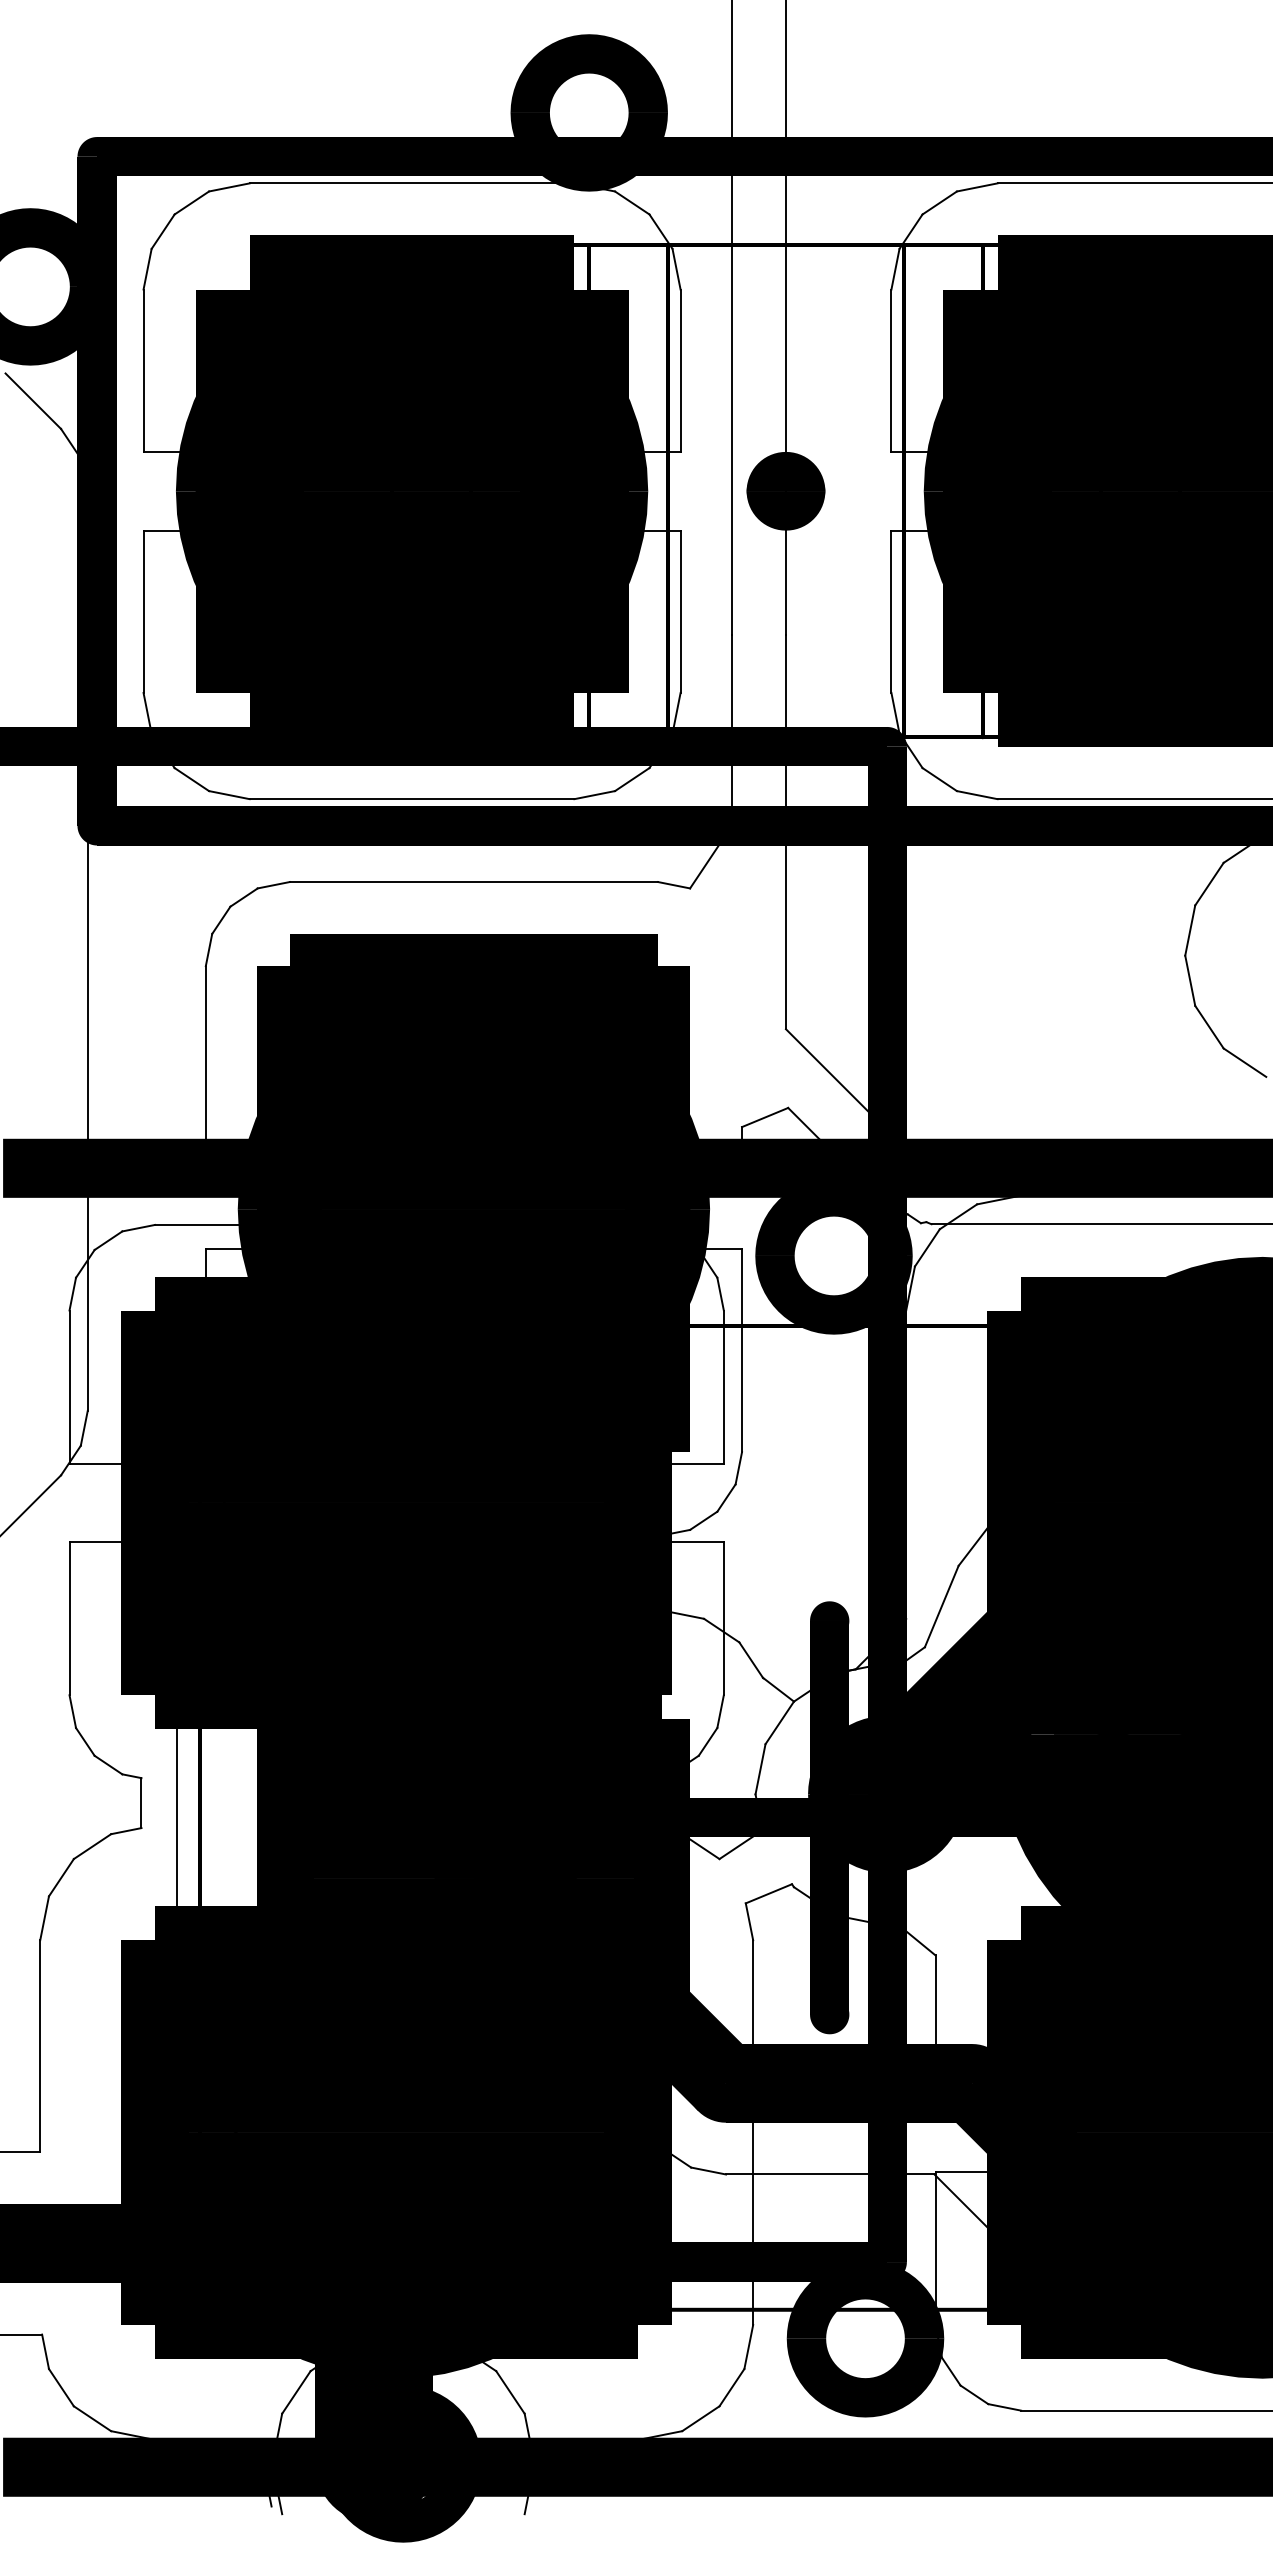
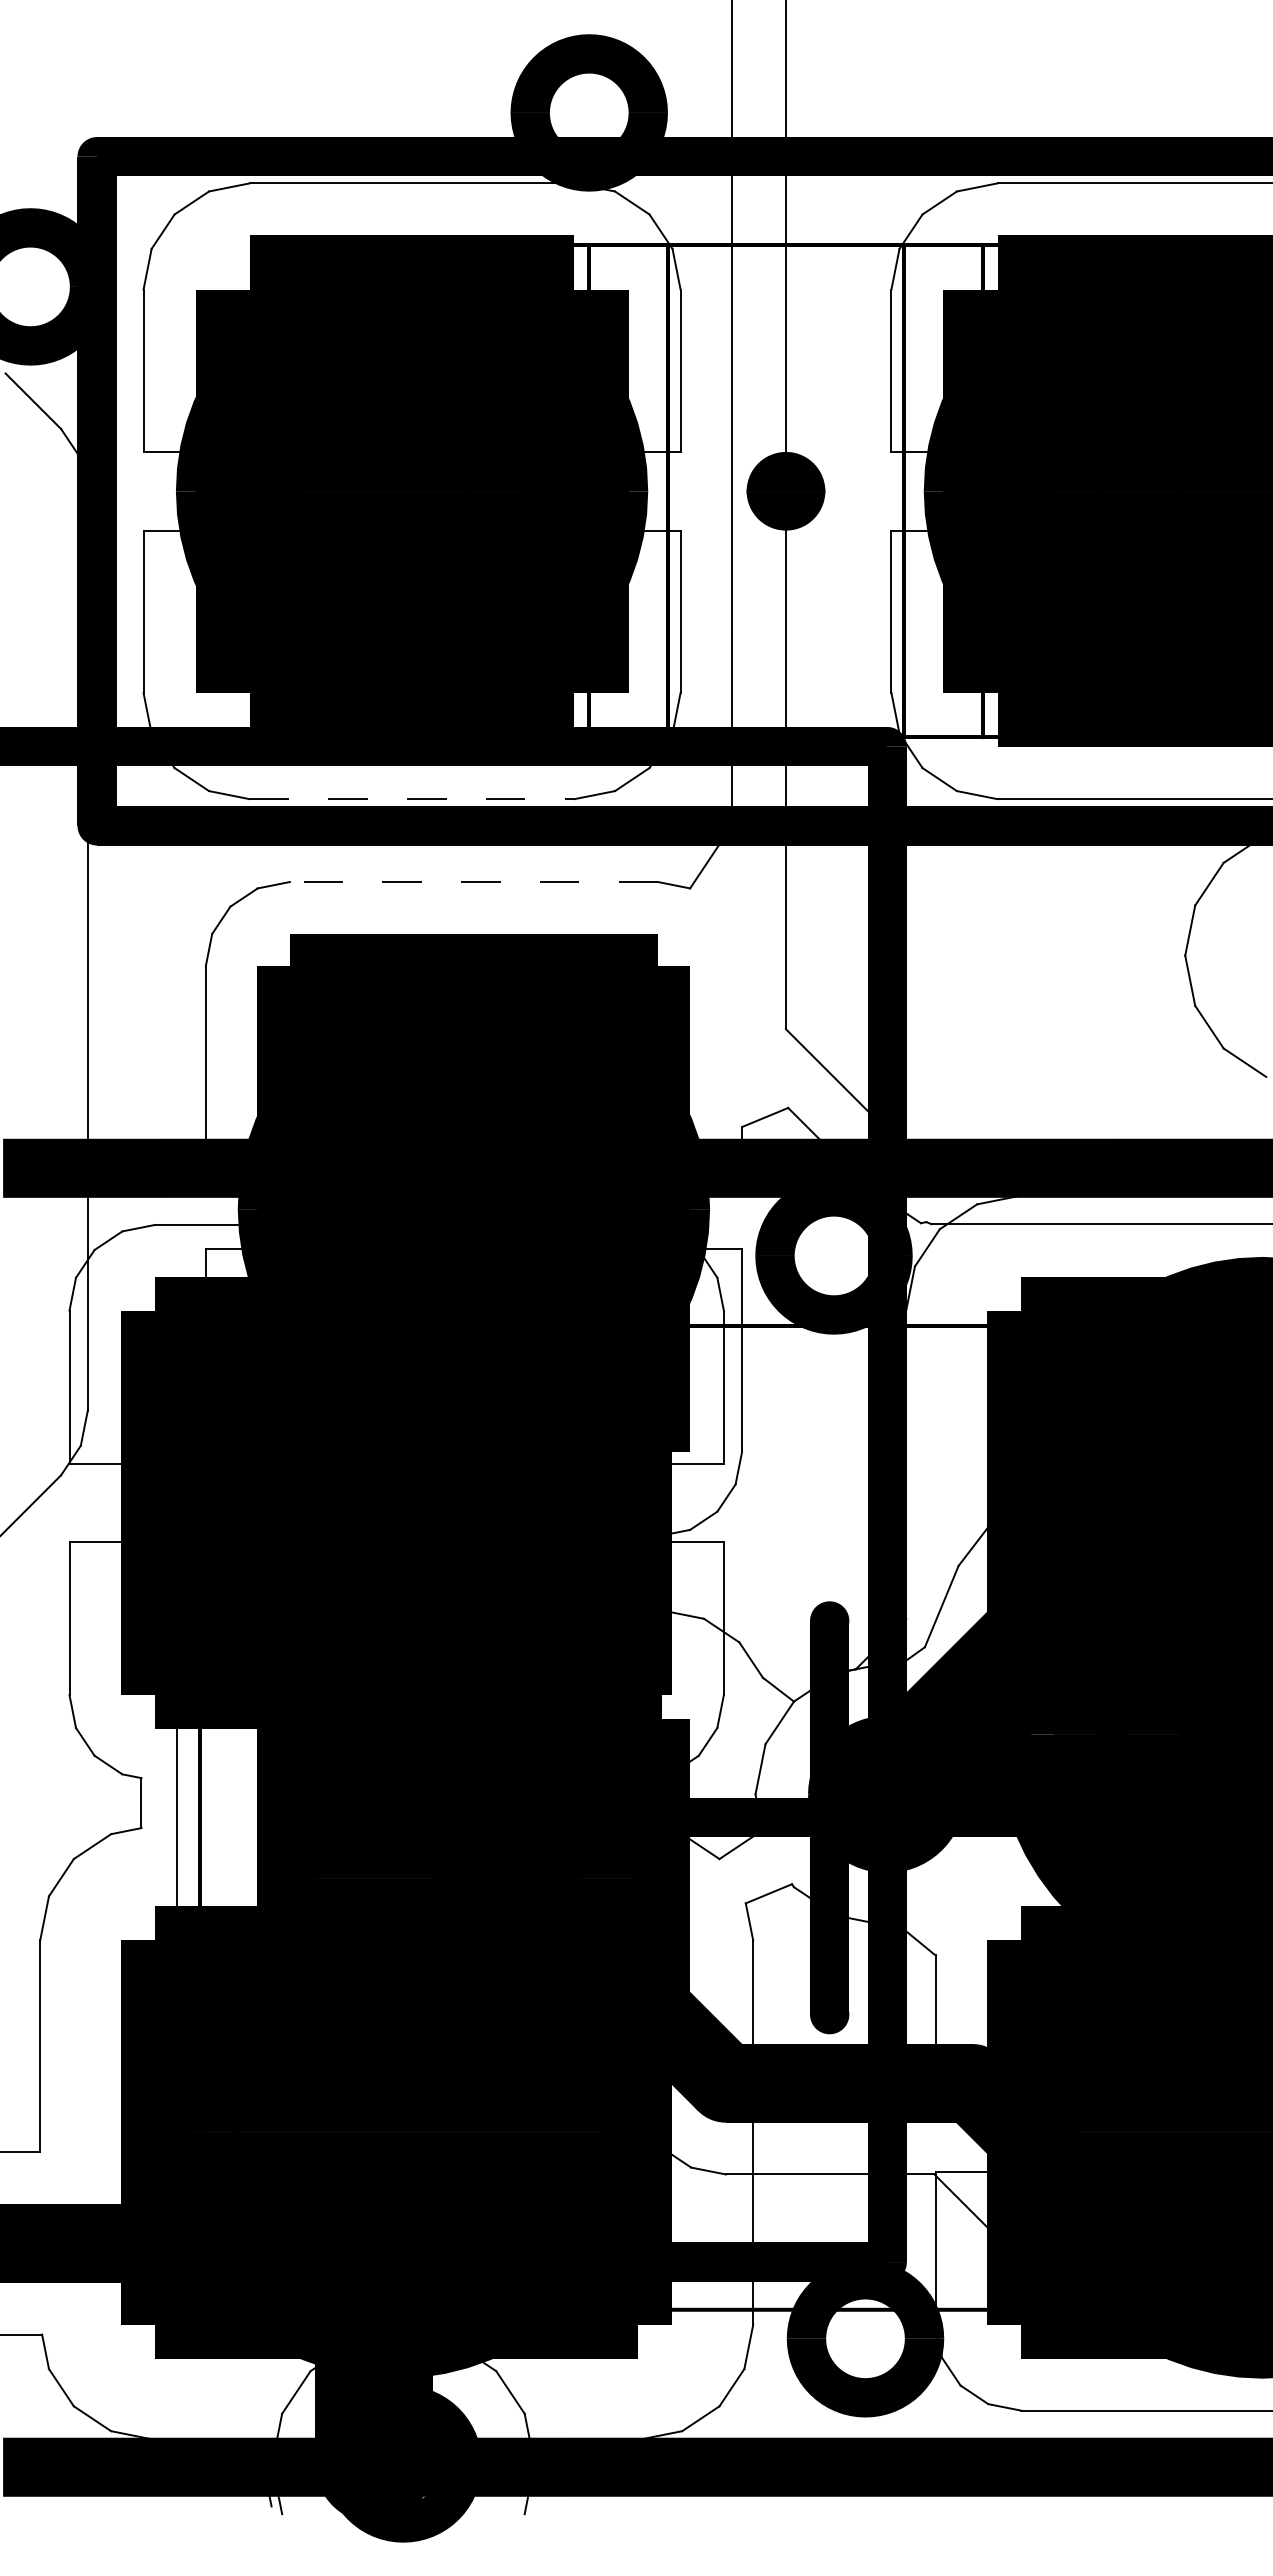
line at (412, 799): solid -> dashed
line at (473, 882): solid -> dashed
